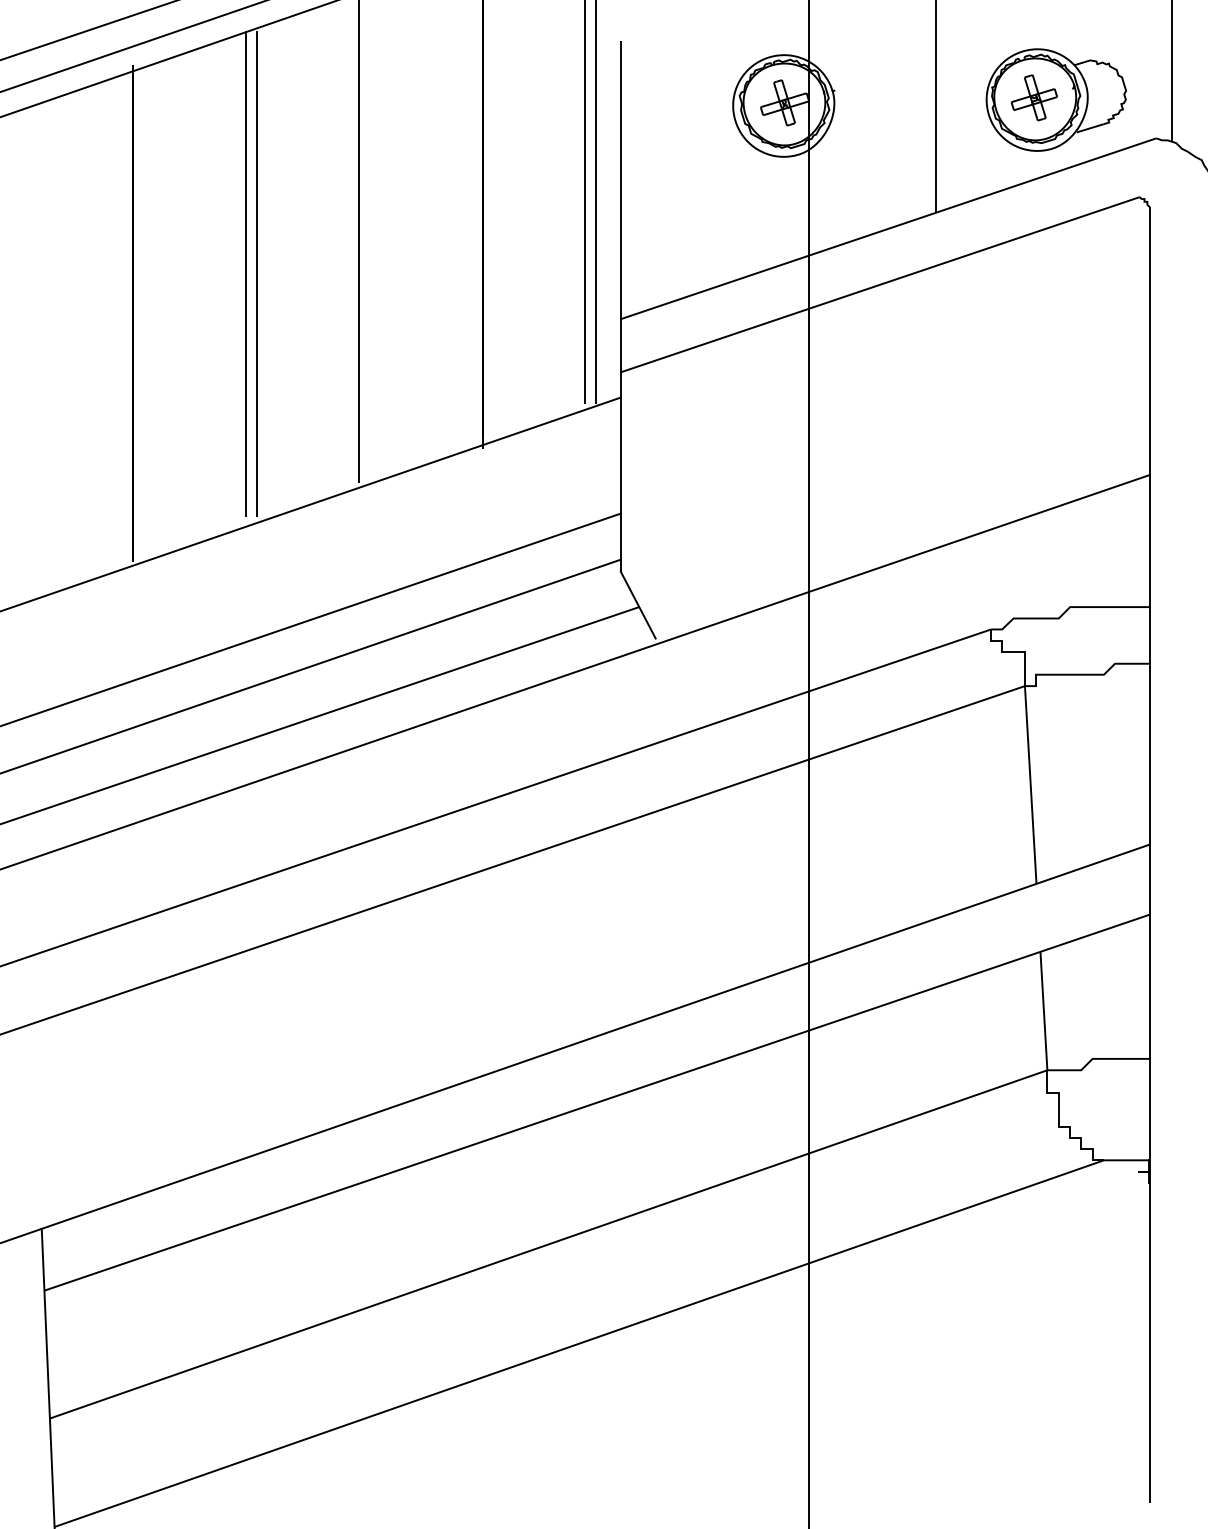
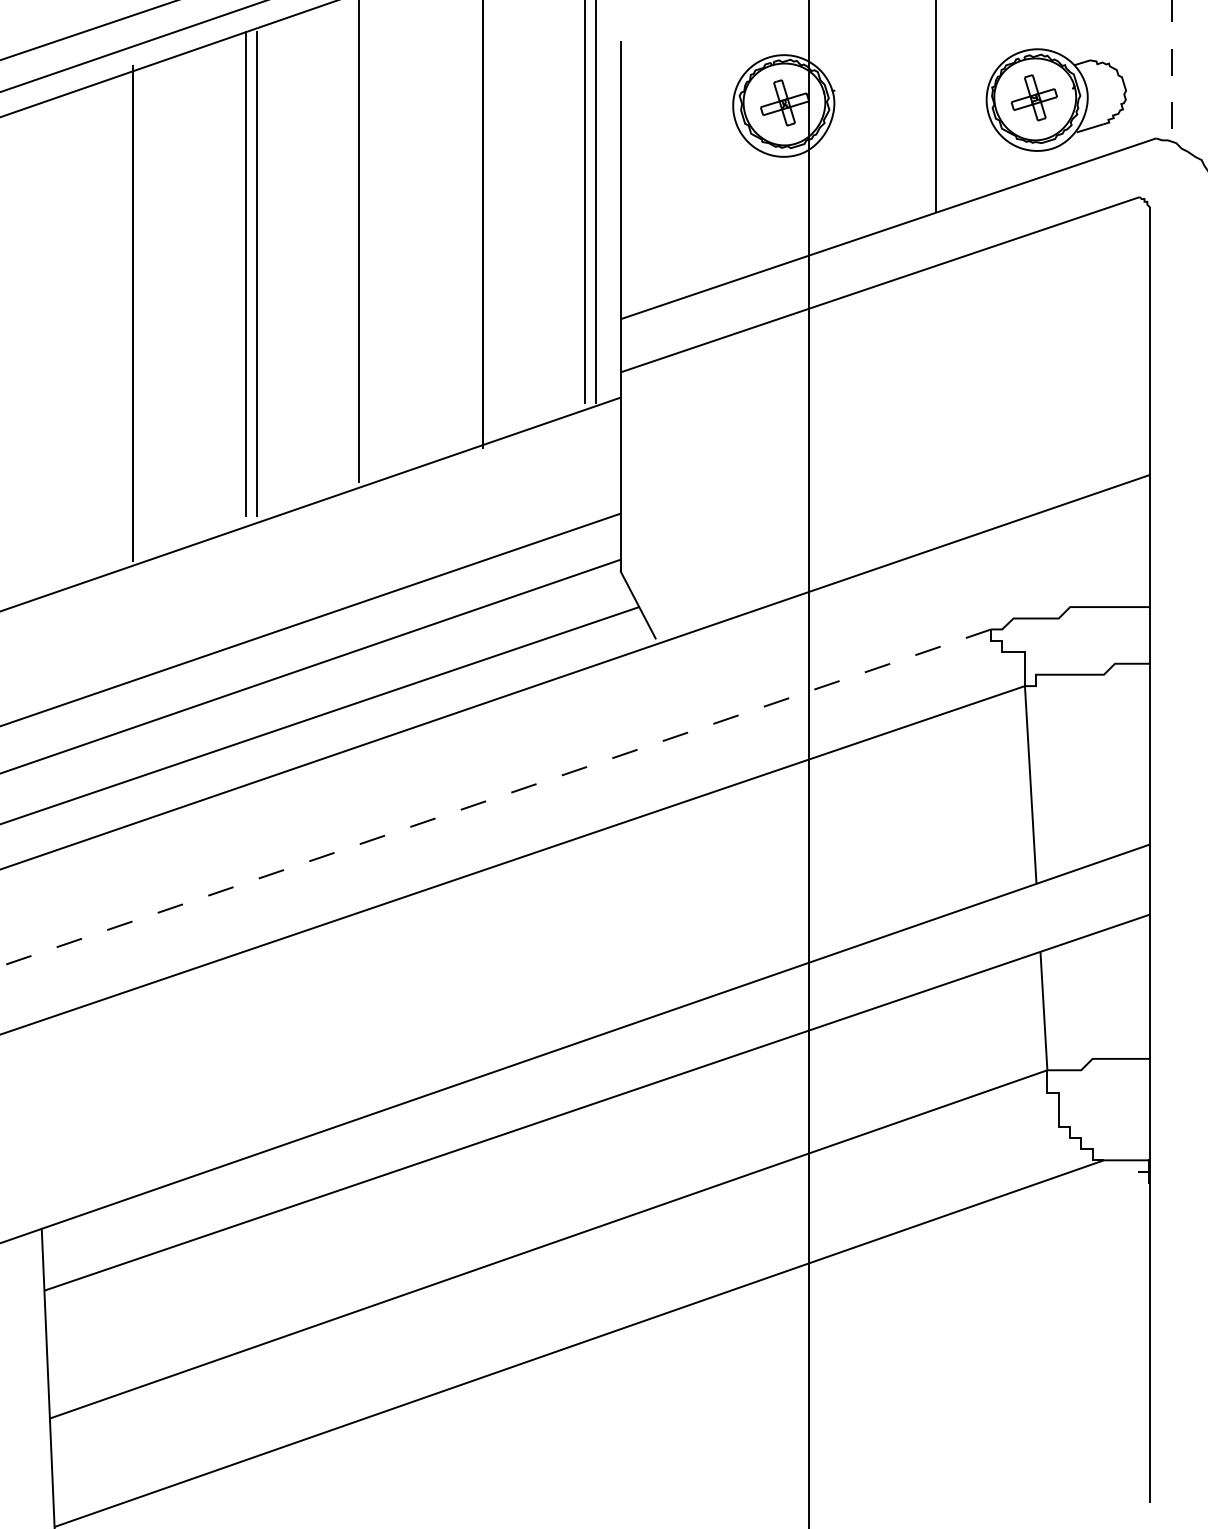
line at (1171, 71): solid -> dashed
line at (495, 798): solid -> dashed
